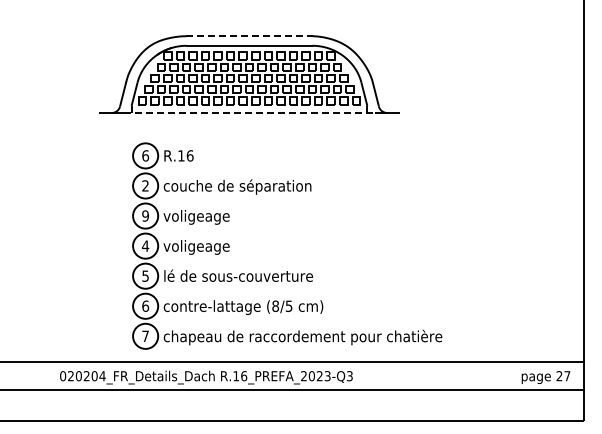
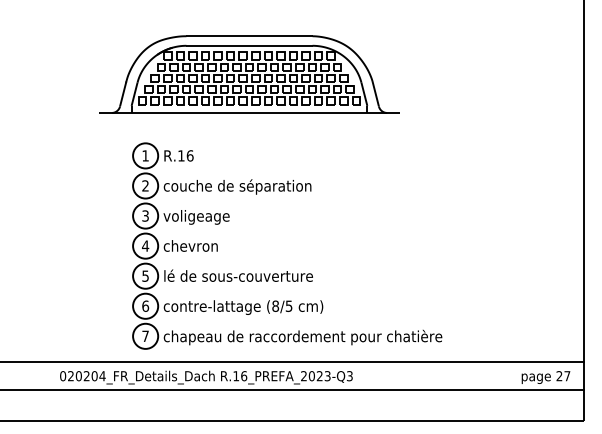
line at (249, 36): dashed -> solid
line at (249, 112): dashed -> solid
text at (145, 155): 6 -> 1
text at (145, 215): 9 -> 3
text at (196, 247): voligeage -> chevron
